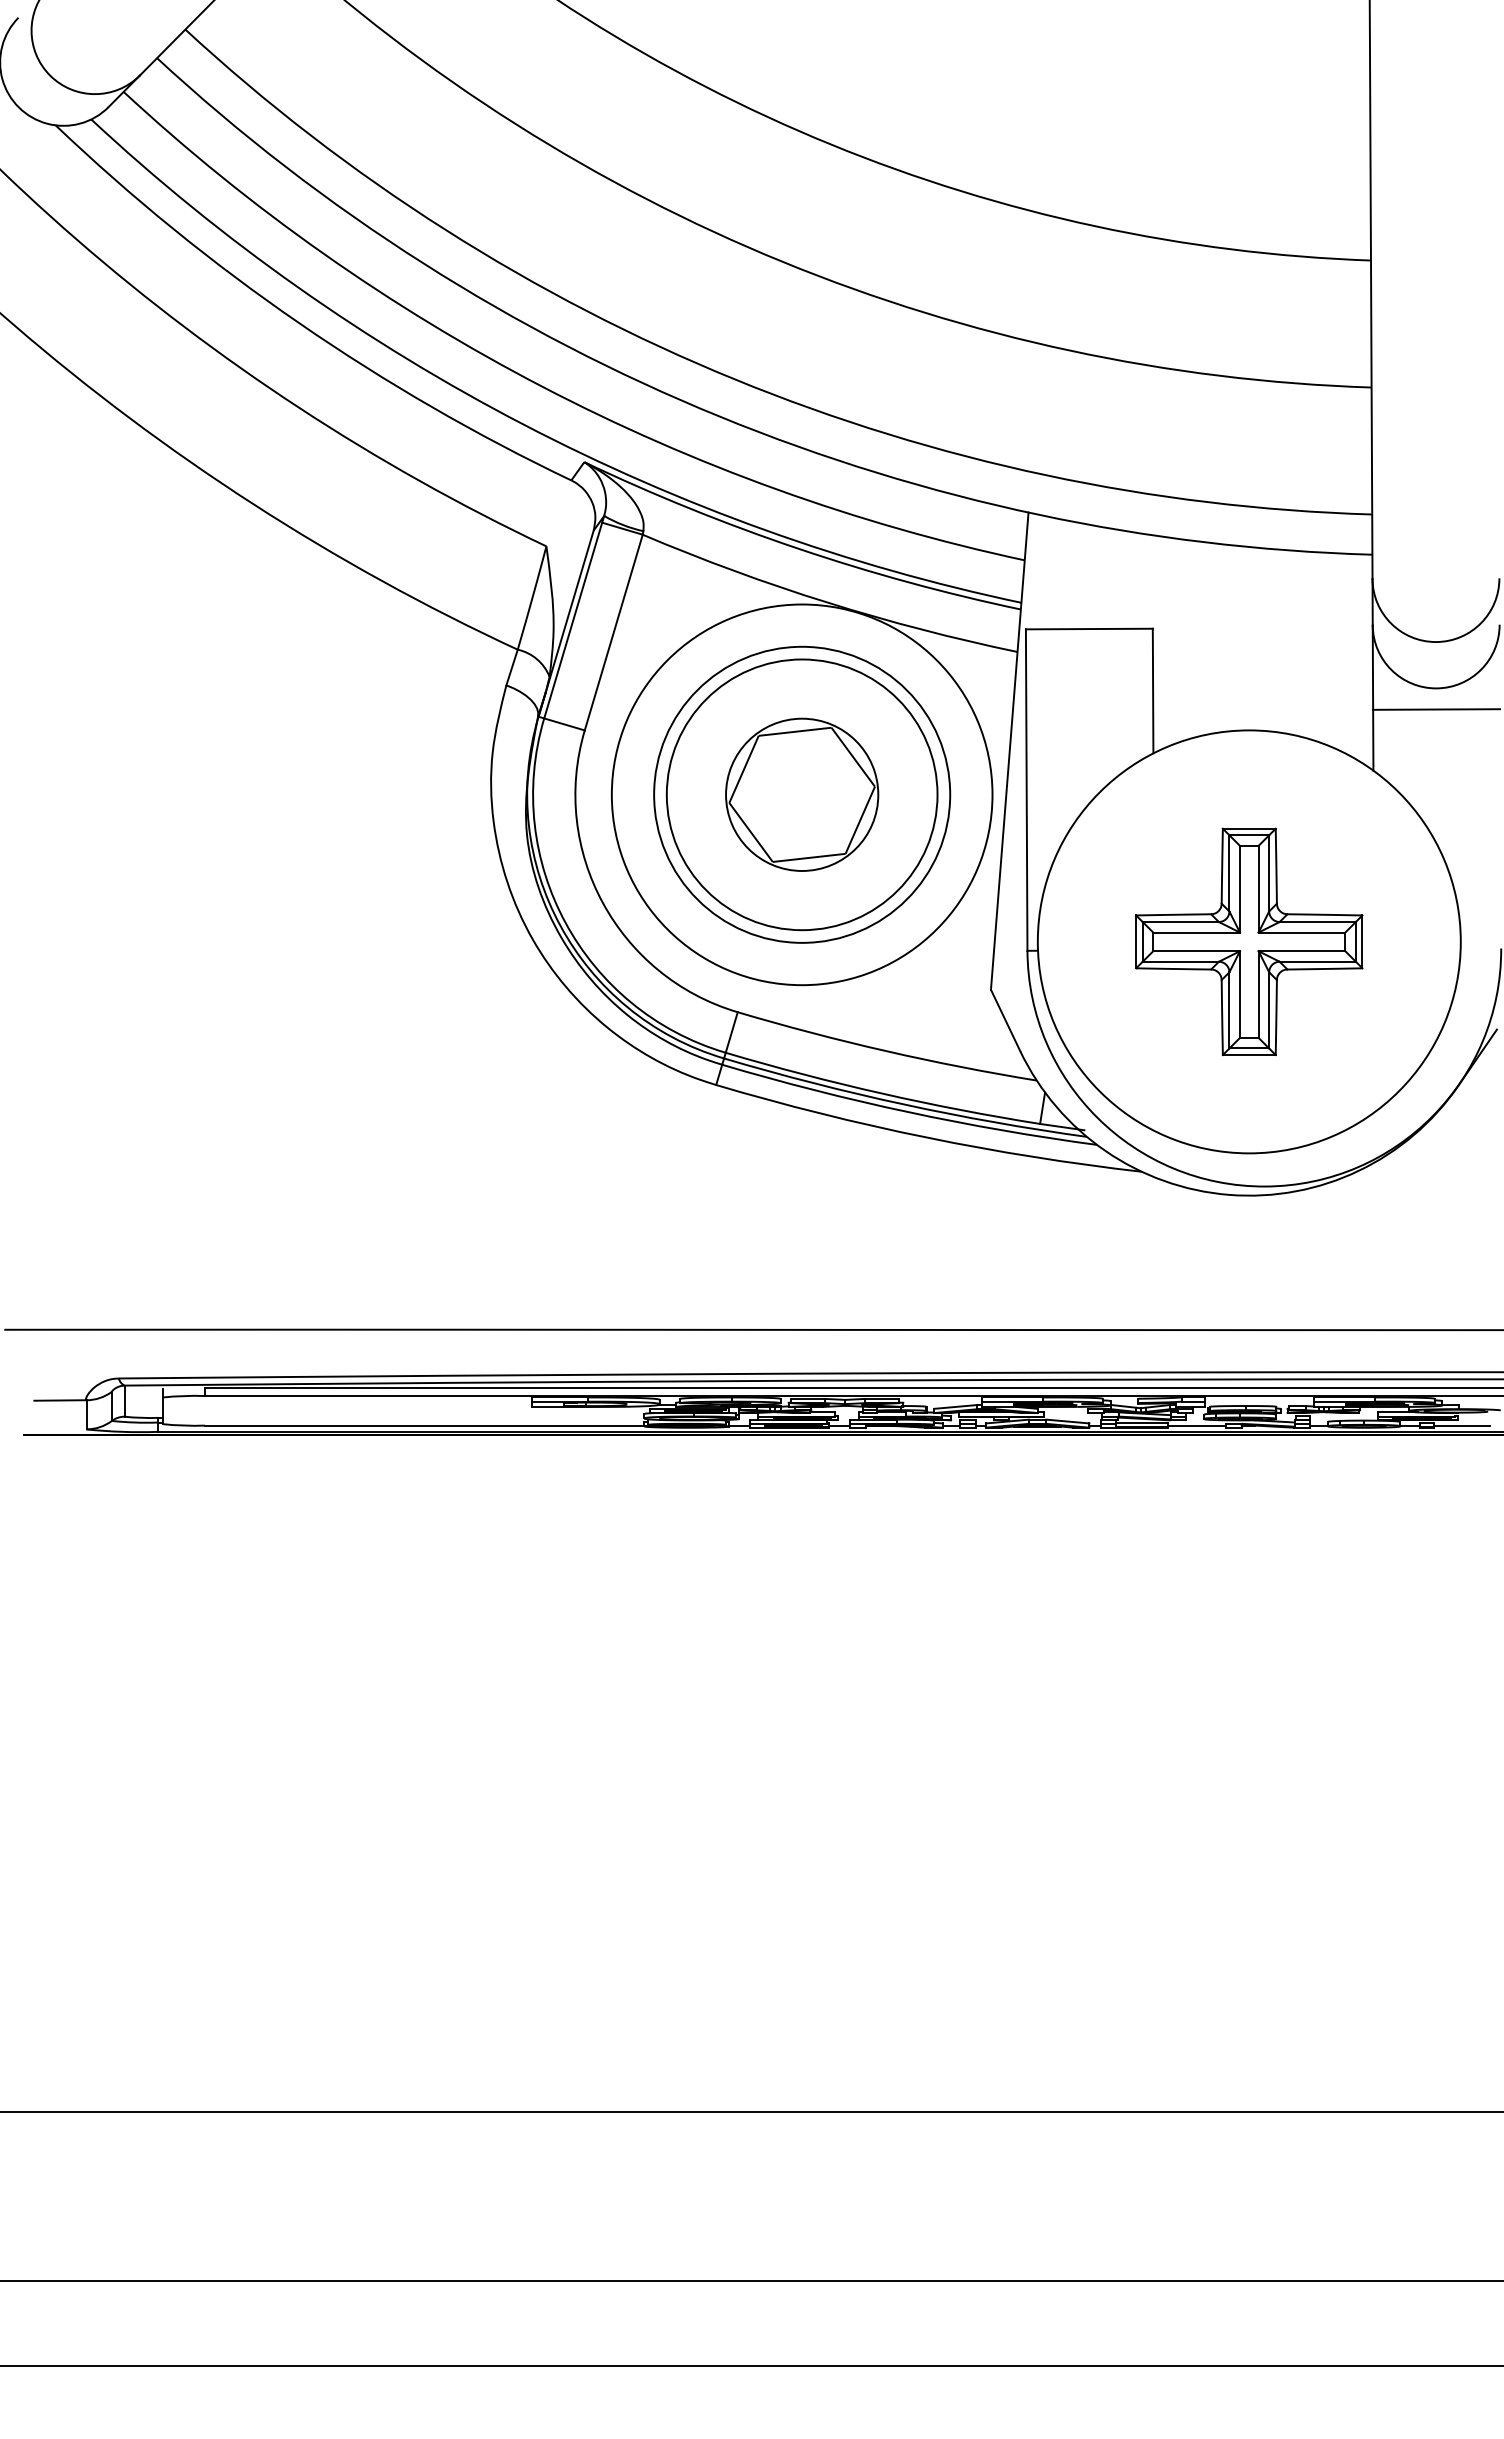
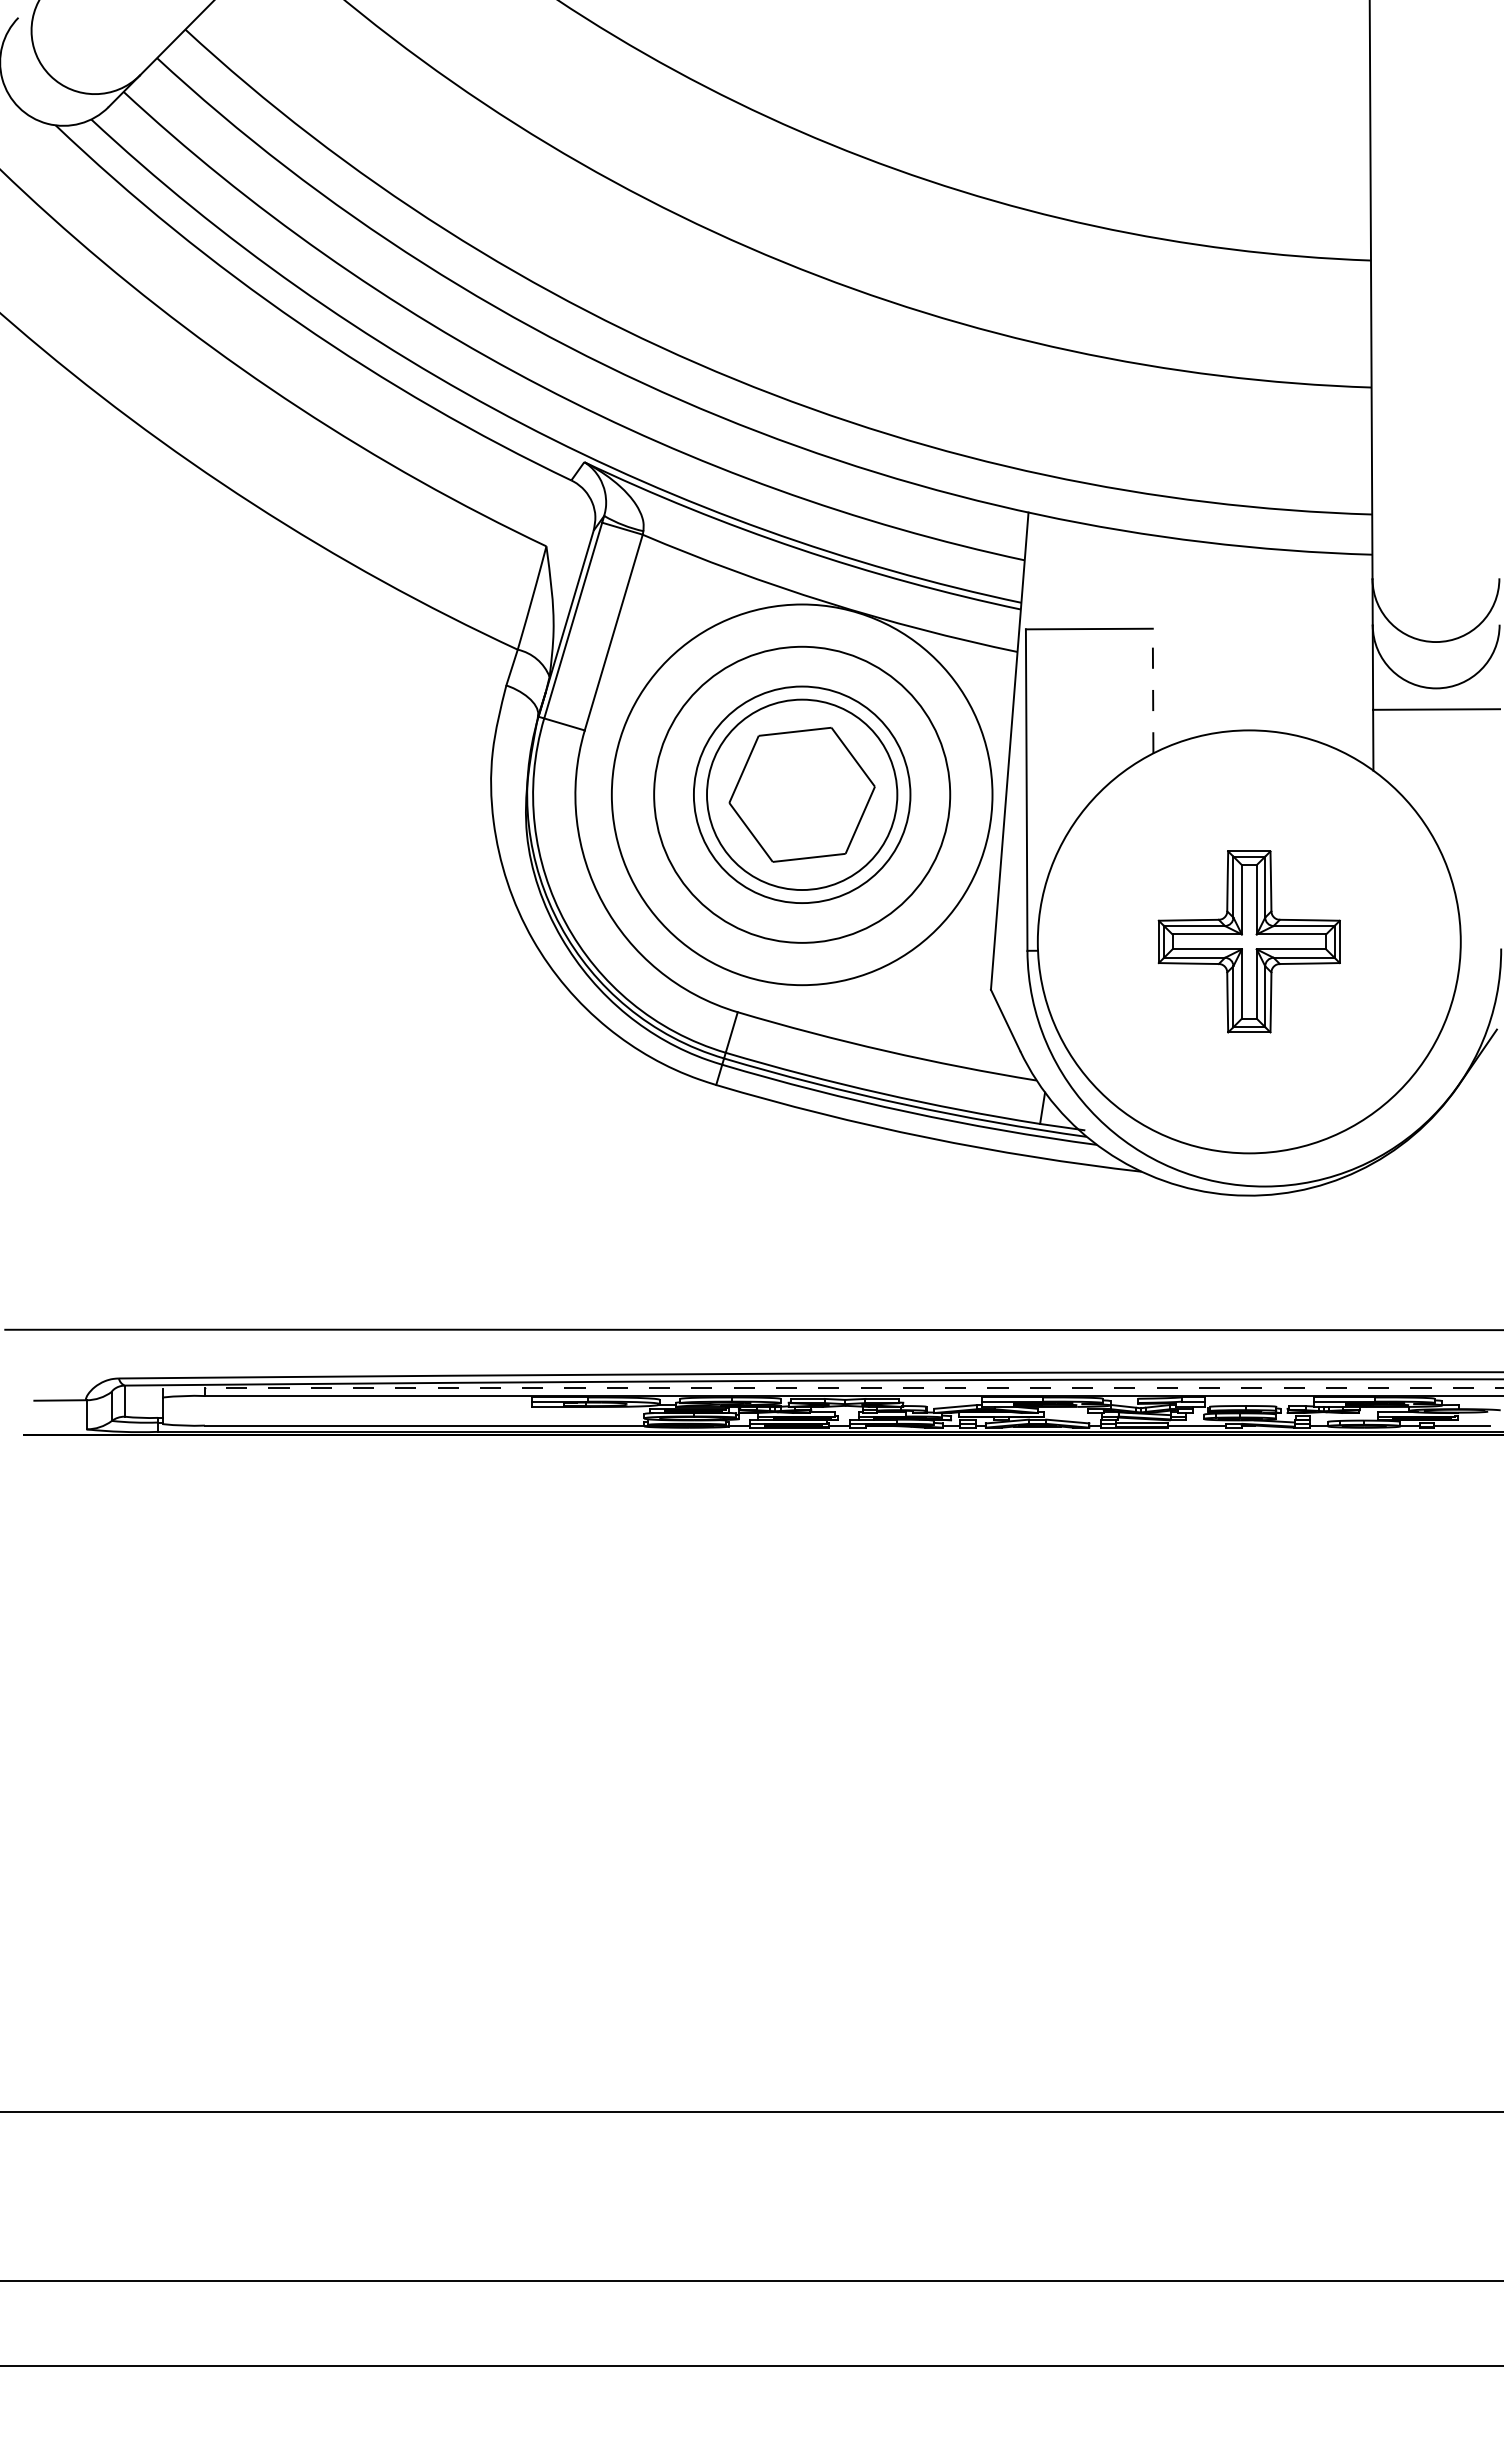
line at (1153, 690): solid -> dashed
circle at (801, 794) diameter: 271 px -> 217 px
circle at (802, 794) diameter: 152 px -> 190 px
part at (1249, 941) size: 229x230 px -> 184x184 px
line at (853, 1387): solid -> dashed
